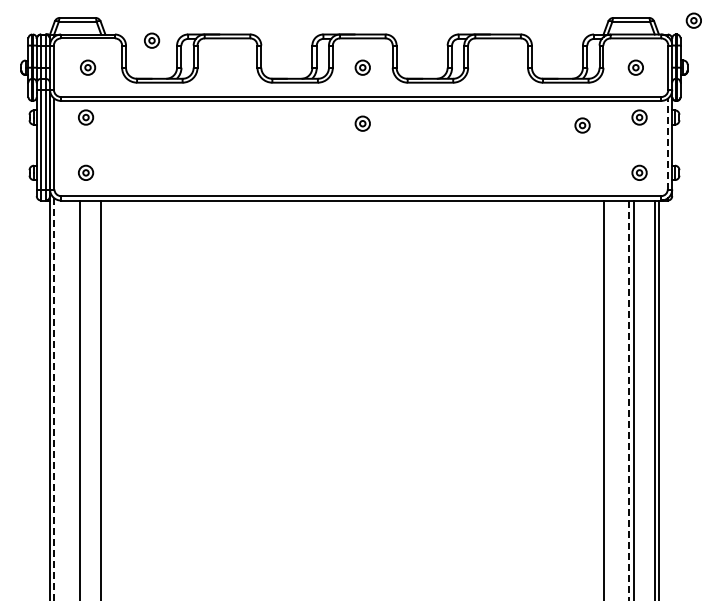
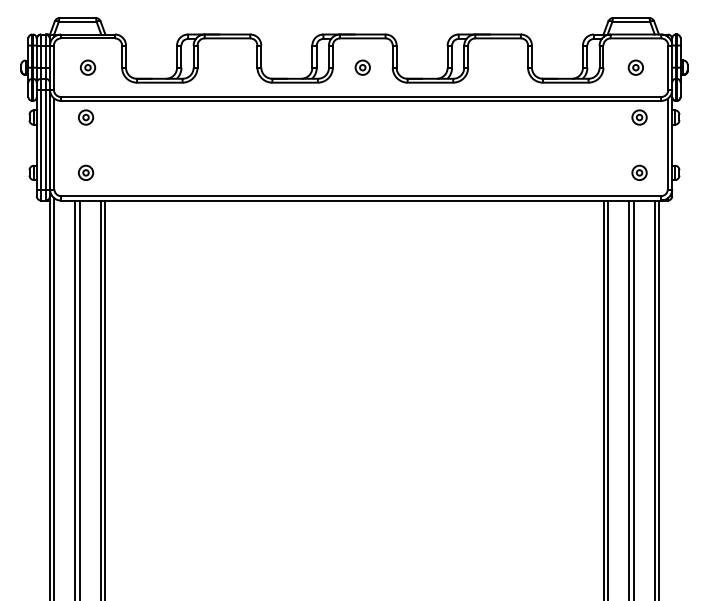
part at (693, 20): present -> none
part at (152, 40): present -> none
part at (362, 123): present -> none
part at (582, 125): present -> none
line at (667, 143): dashed -> solid
line at (74, 398): none -> present
line at (105, 398): none -> present
line at (608, 398): none -> present
line at (54, 399): dashed -> solid
line at (628, 400): dashed -> solid
